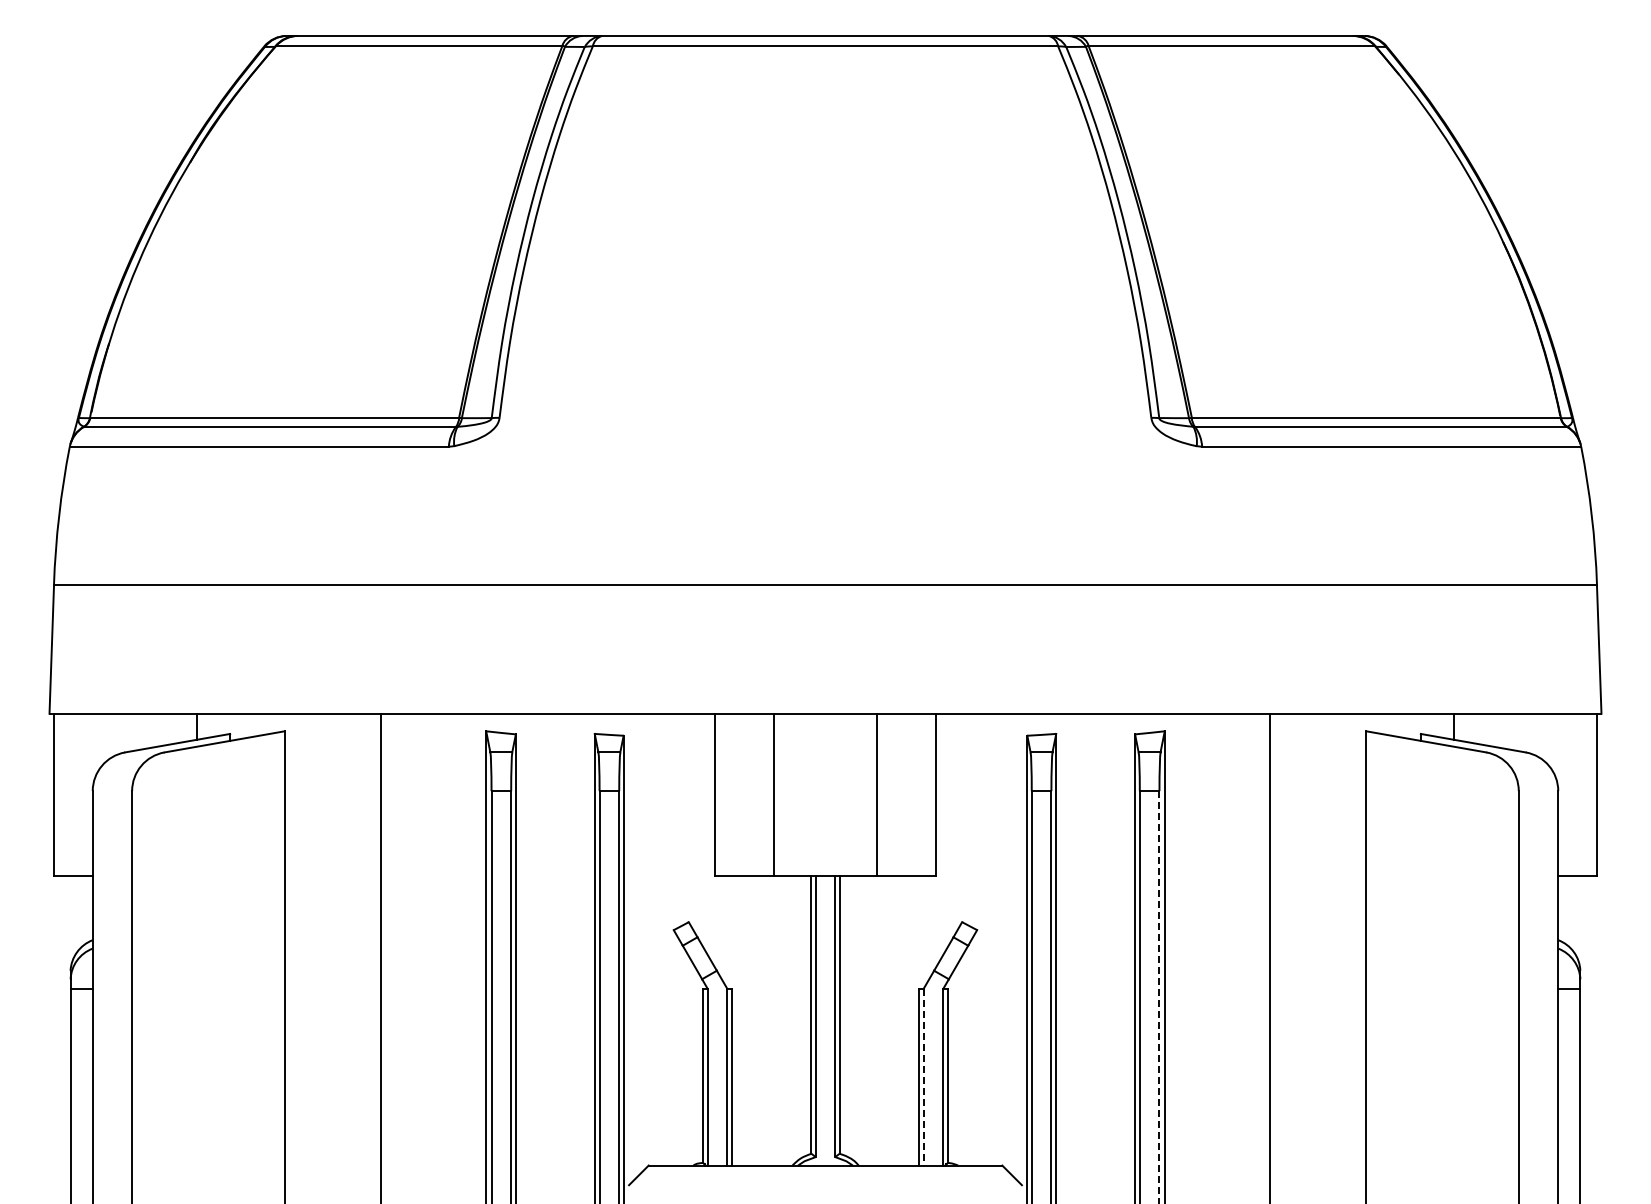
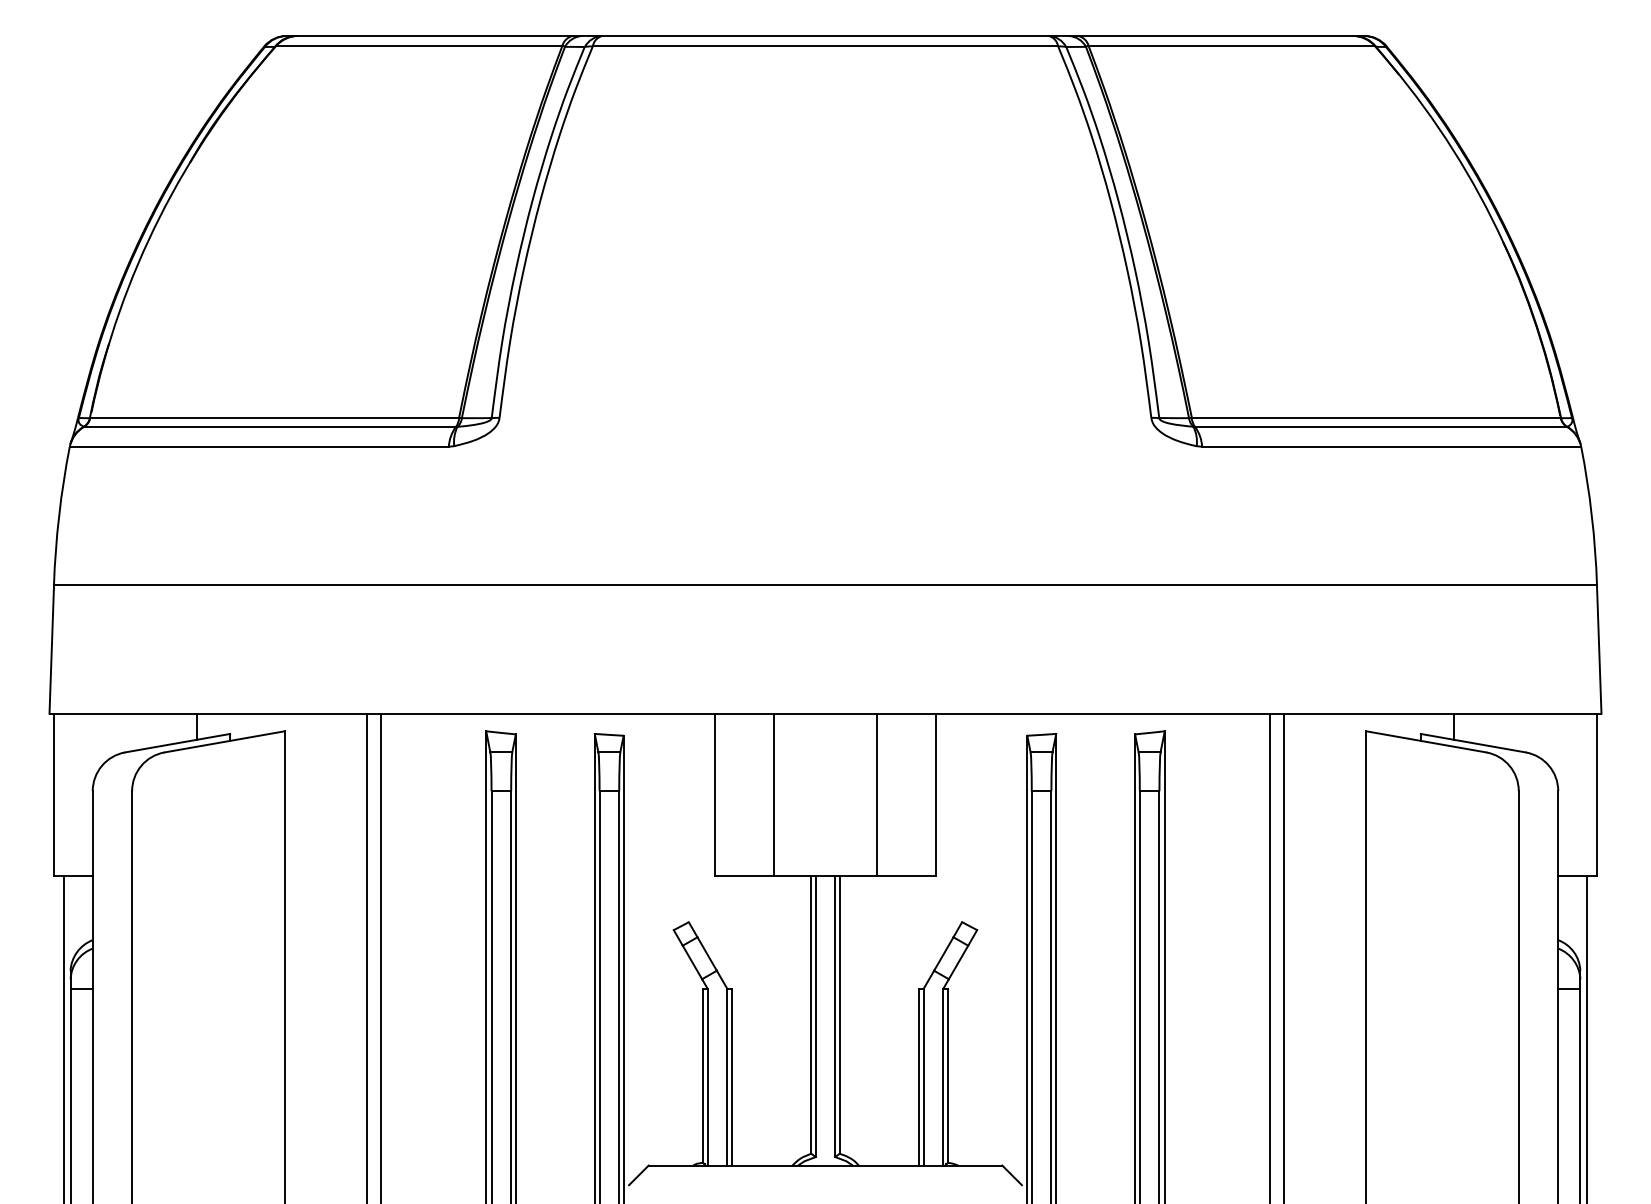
line at (367, 956): none -> present
line at (1283, 956): none -> present
line at (1159, 997): dashed -> solid
line at (64, 1037): none -> present
line at (1586, 1037): none -> present
line at (923, 1077): dashed -> solid
